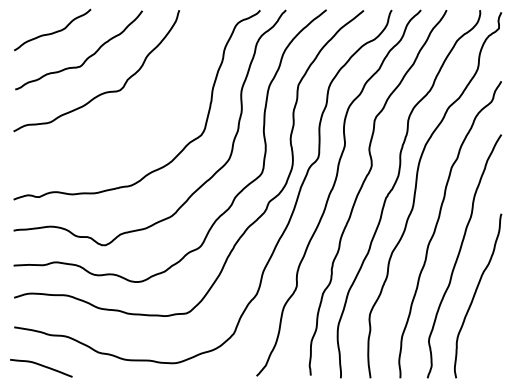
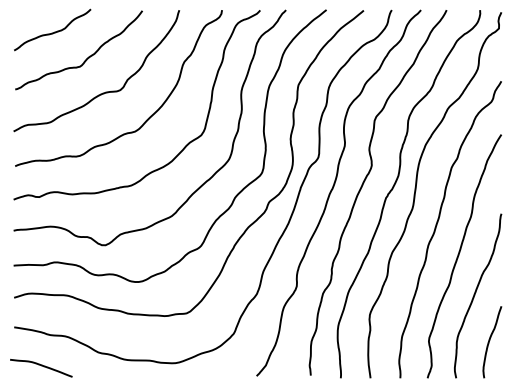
curve at (148, 117): none -> present
curve at (490, 340): none -> present
